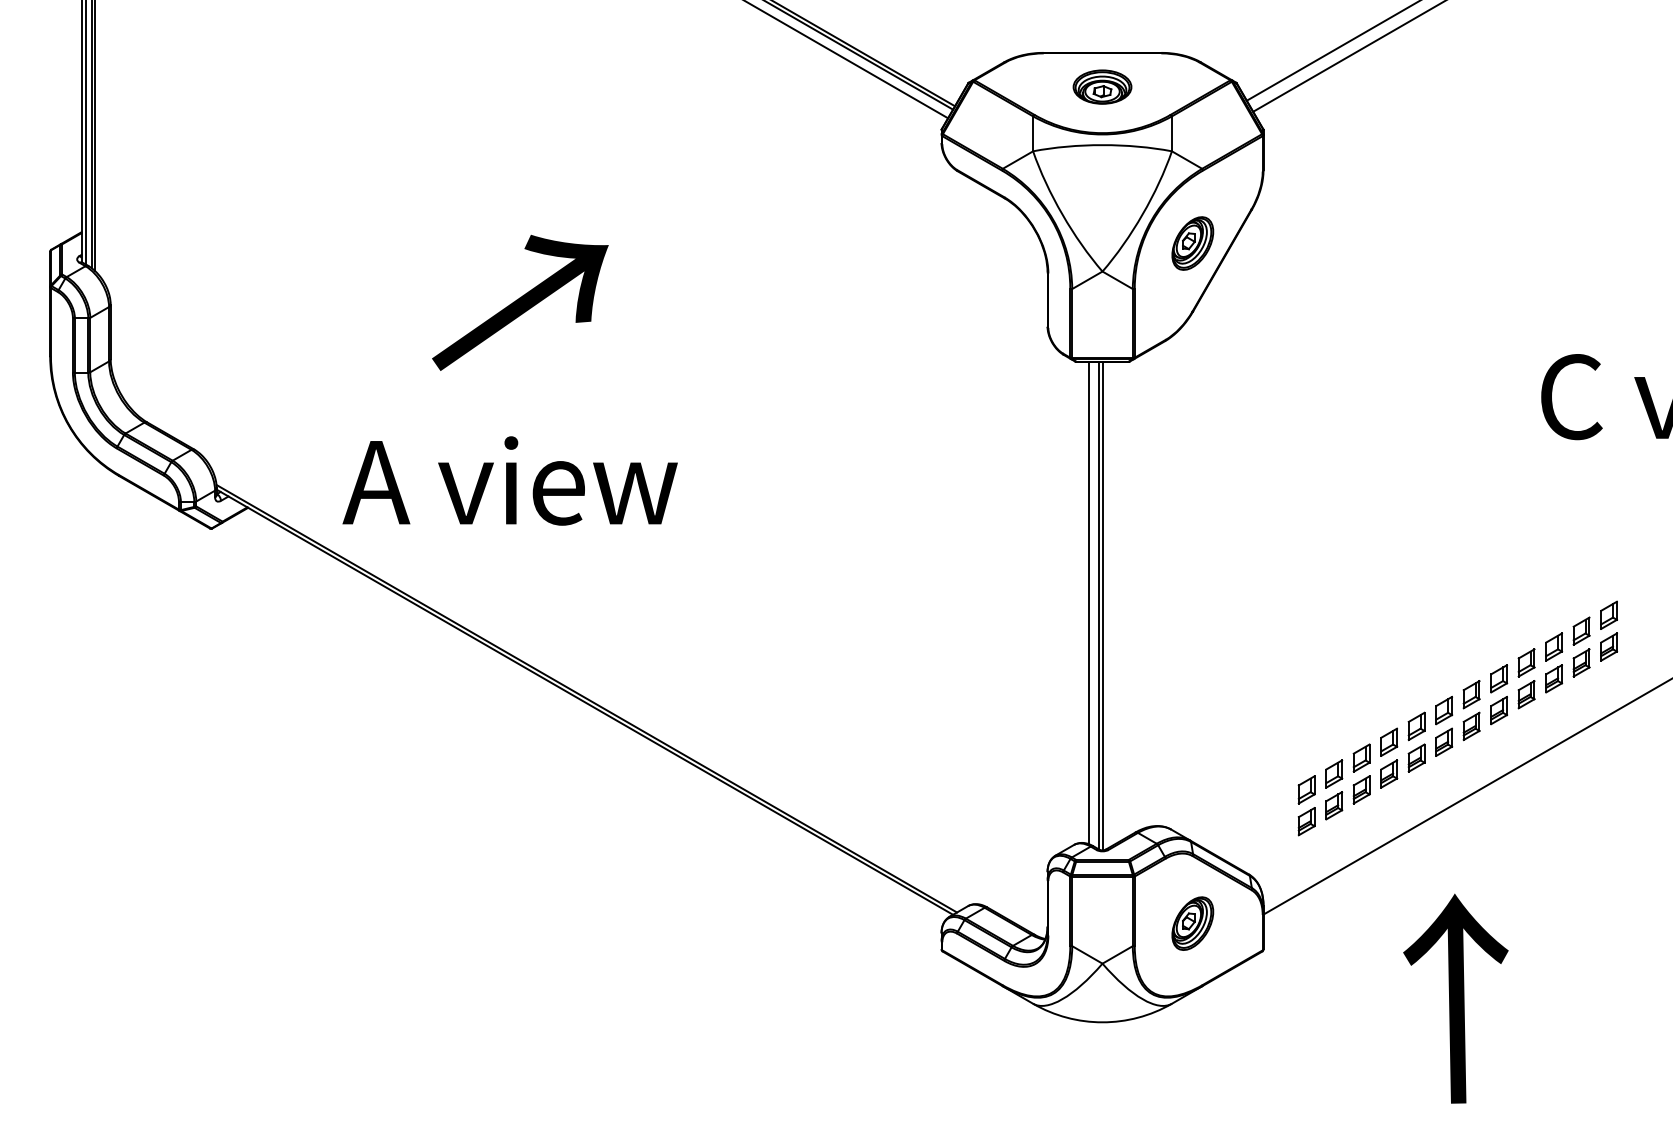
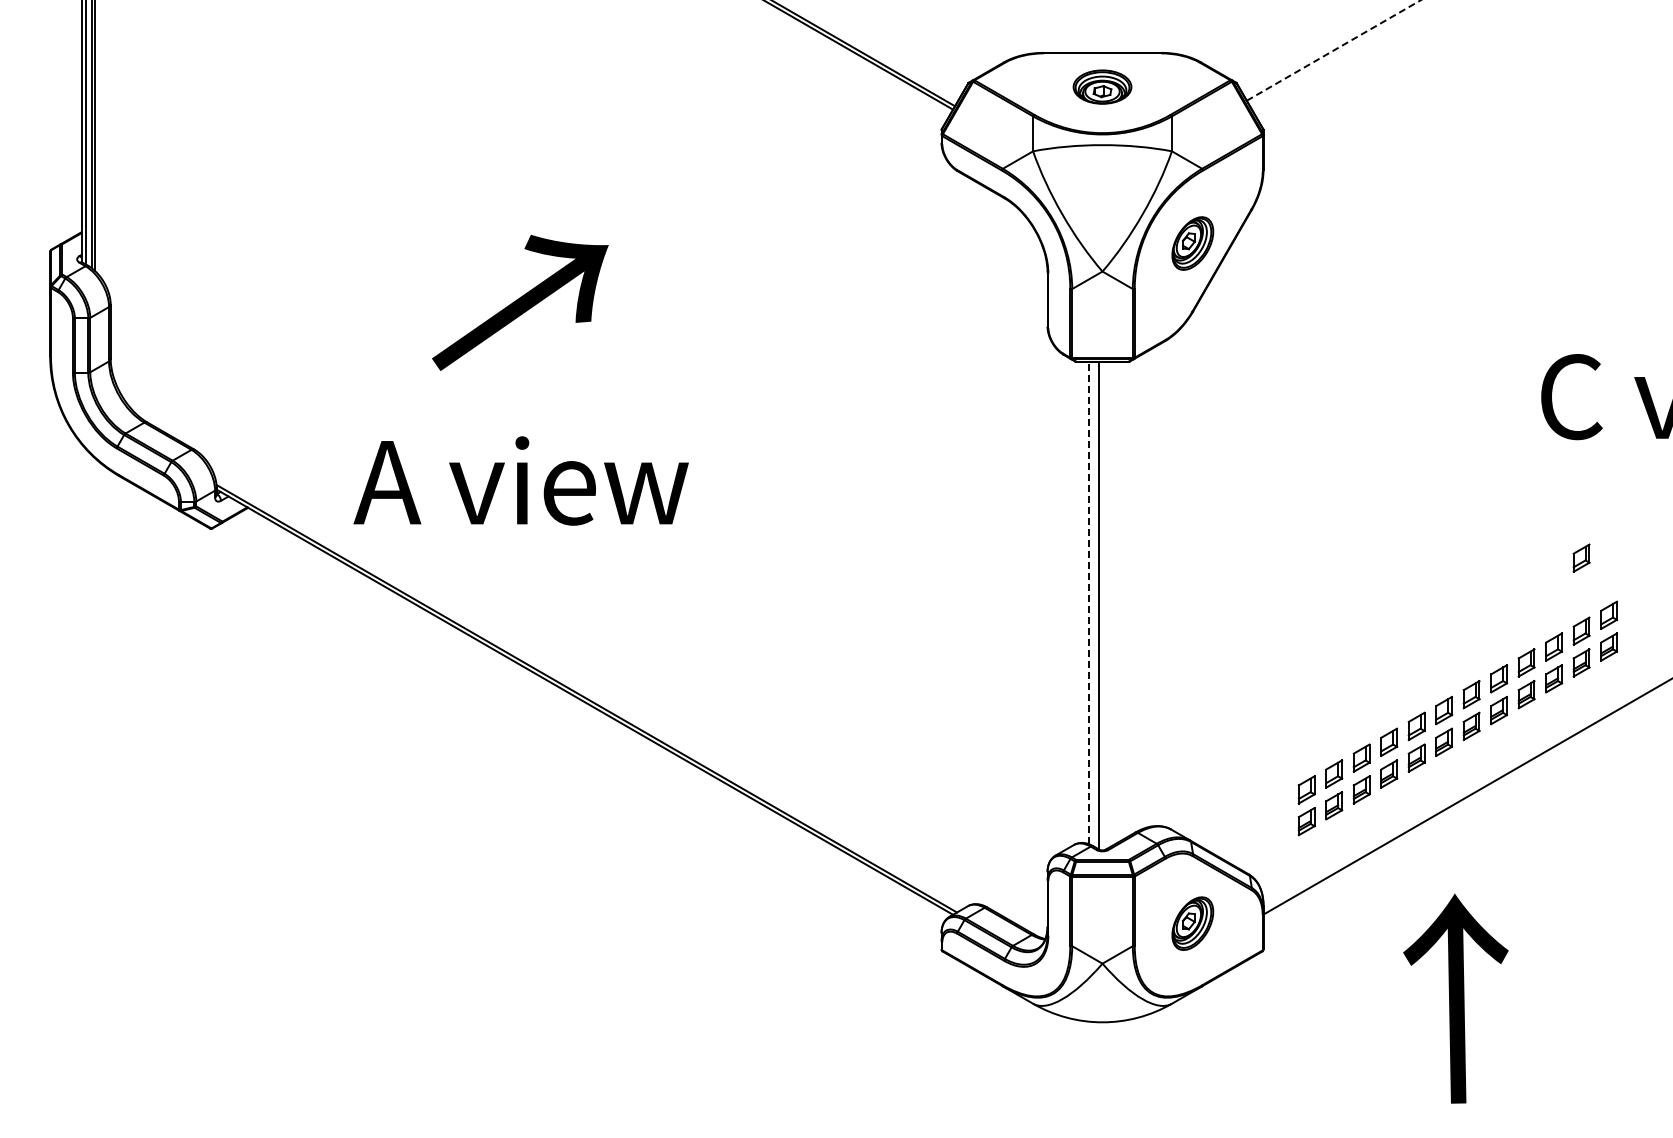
line at (1334, 50): solid -> dashed
line at (1347, 56): present -> none
line at (847, 60): present -> none
text at (509, 480) position: (509, 480) -> (520, 480)
part at (1581, 557): none -> present
line at (1088, 602): solid -> dashed
line at (1102, 605): present -> none
